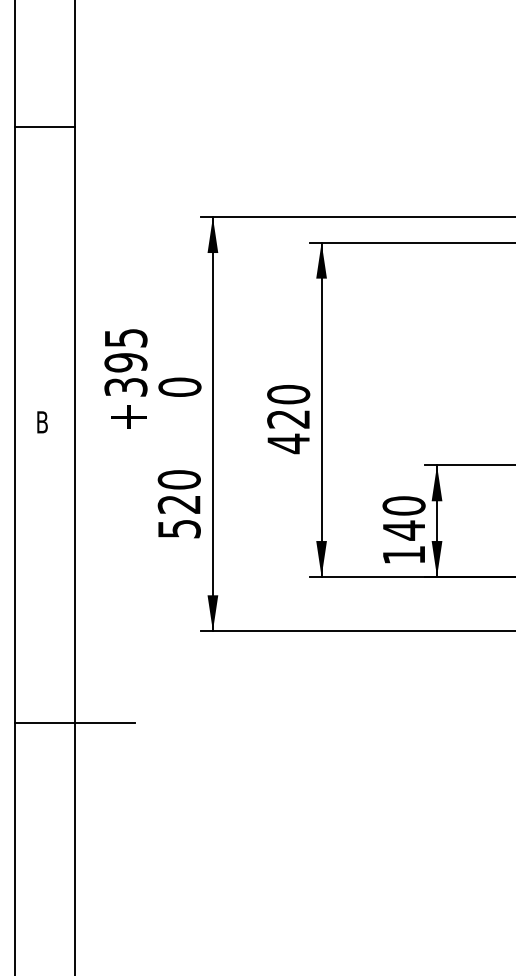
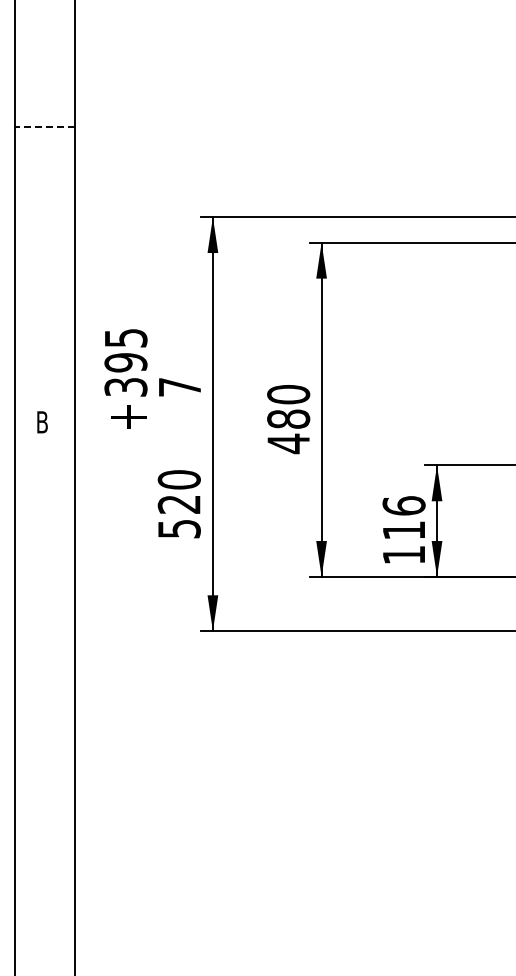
line at (45, 127): solid -> dashed
text at (179, 386): 0 -> 7
text at (288, 418): 420 -> 480
text at (403, 518): 140 -> 116
line at (74, 723): present -> none
